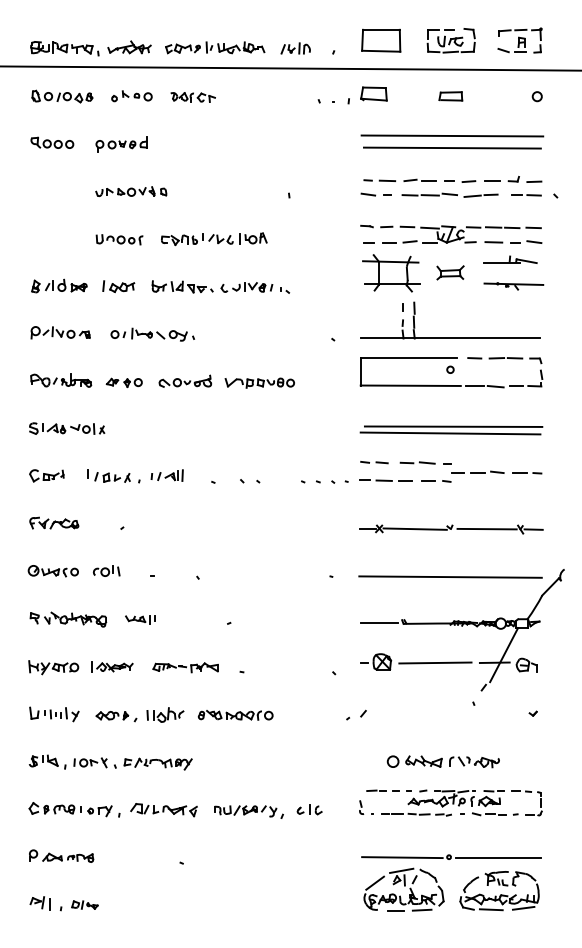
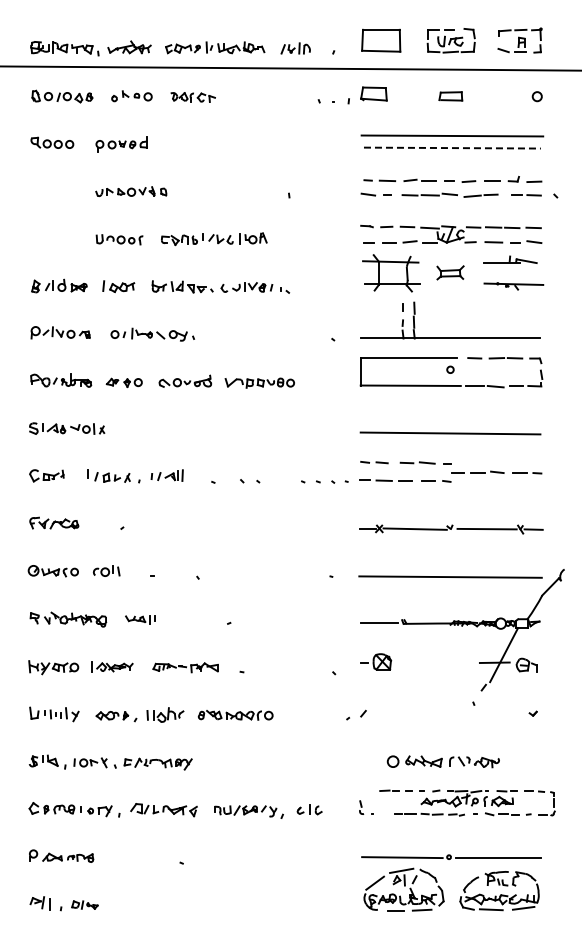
line at (452, 148): solid -> dashed
line at (453, 426): present -> none
line at (435, 662): present -> none
part at (454, 802) position: (454, 802) -> (467, 802)
